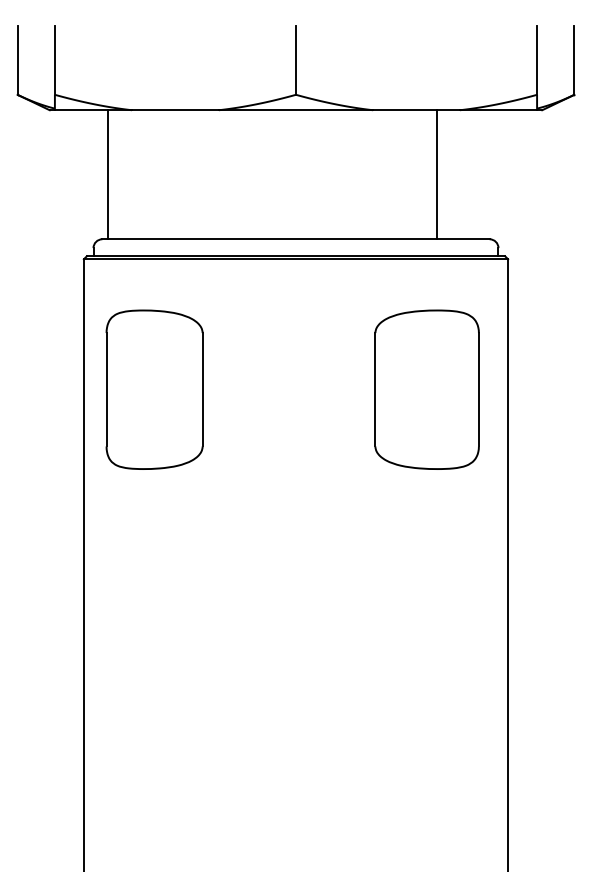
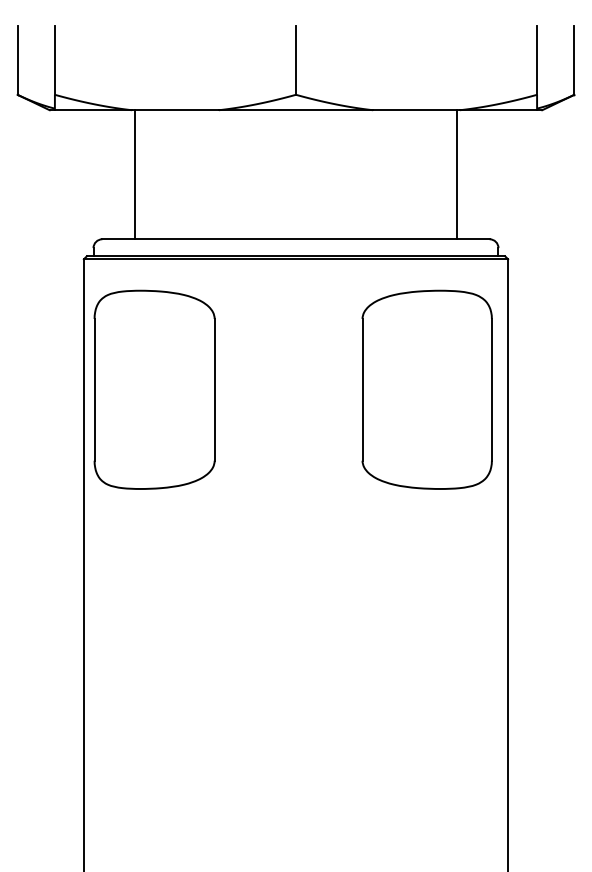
line at (108, 174) position: (108, 174) -> (135, 174)
line at (436, 174) position: (436, 174) -> (456, 174)
part at (154, 389) size: 99x161 px -> 123x201 px
part at (426, 389) size: 106x161 px -> 132x201 px
